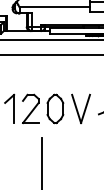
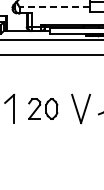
line at (54, 7): solid -> dashed
part at (43, 108) size: 43x32 px -> 31x22 px
line at (42, 161): present -> none
